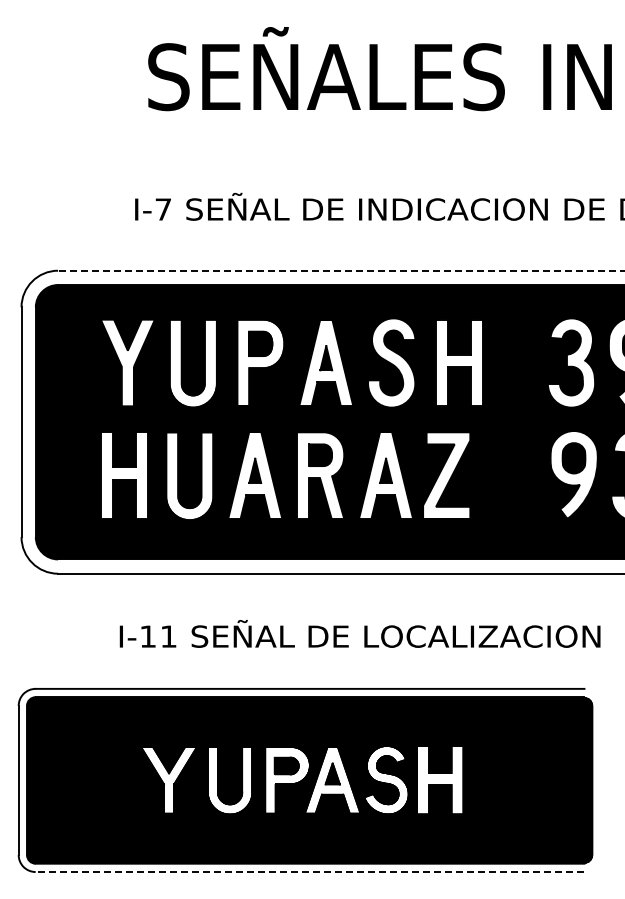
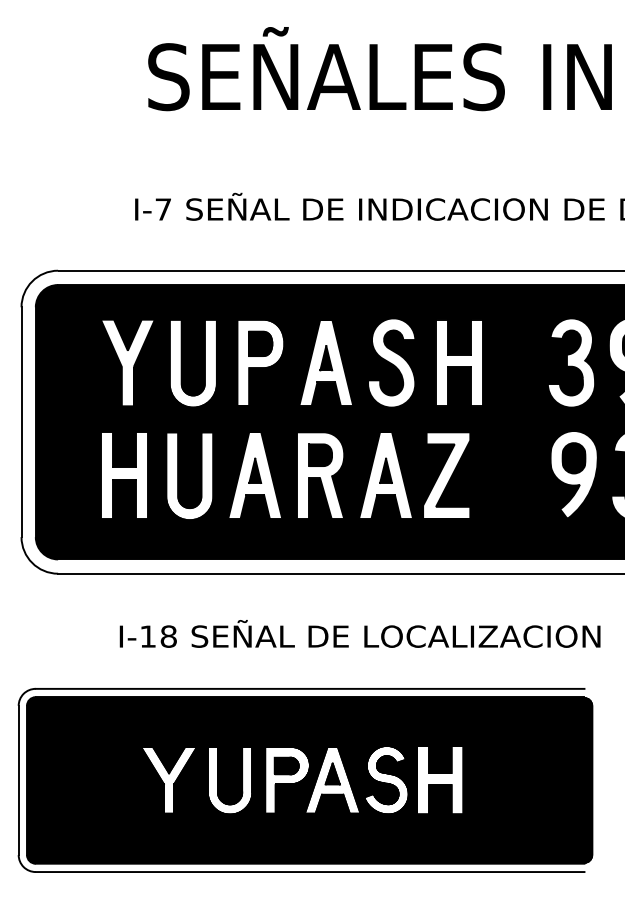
line at (341, 270): dashed -> solid
text at (168, 636): I-11 -> I-18
line at (309, 872): dashed -> solid
